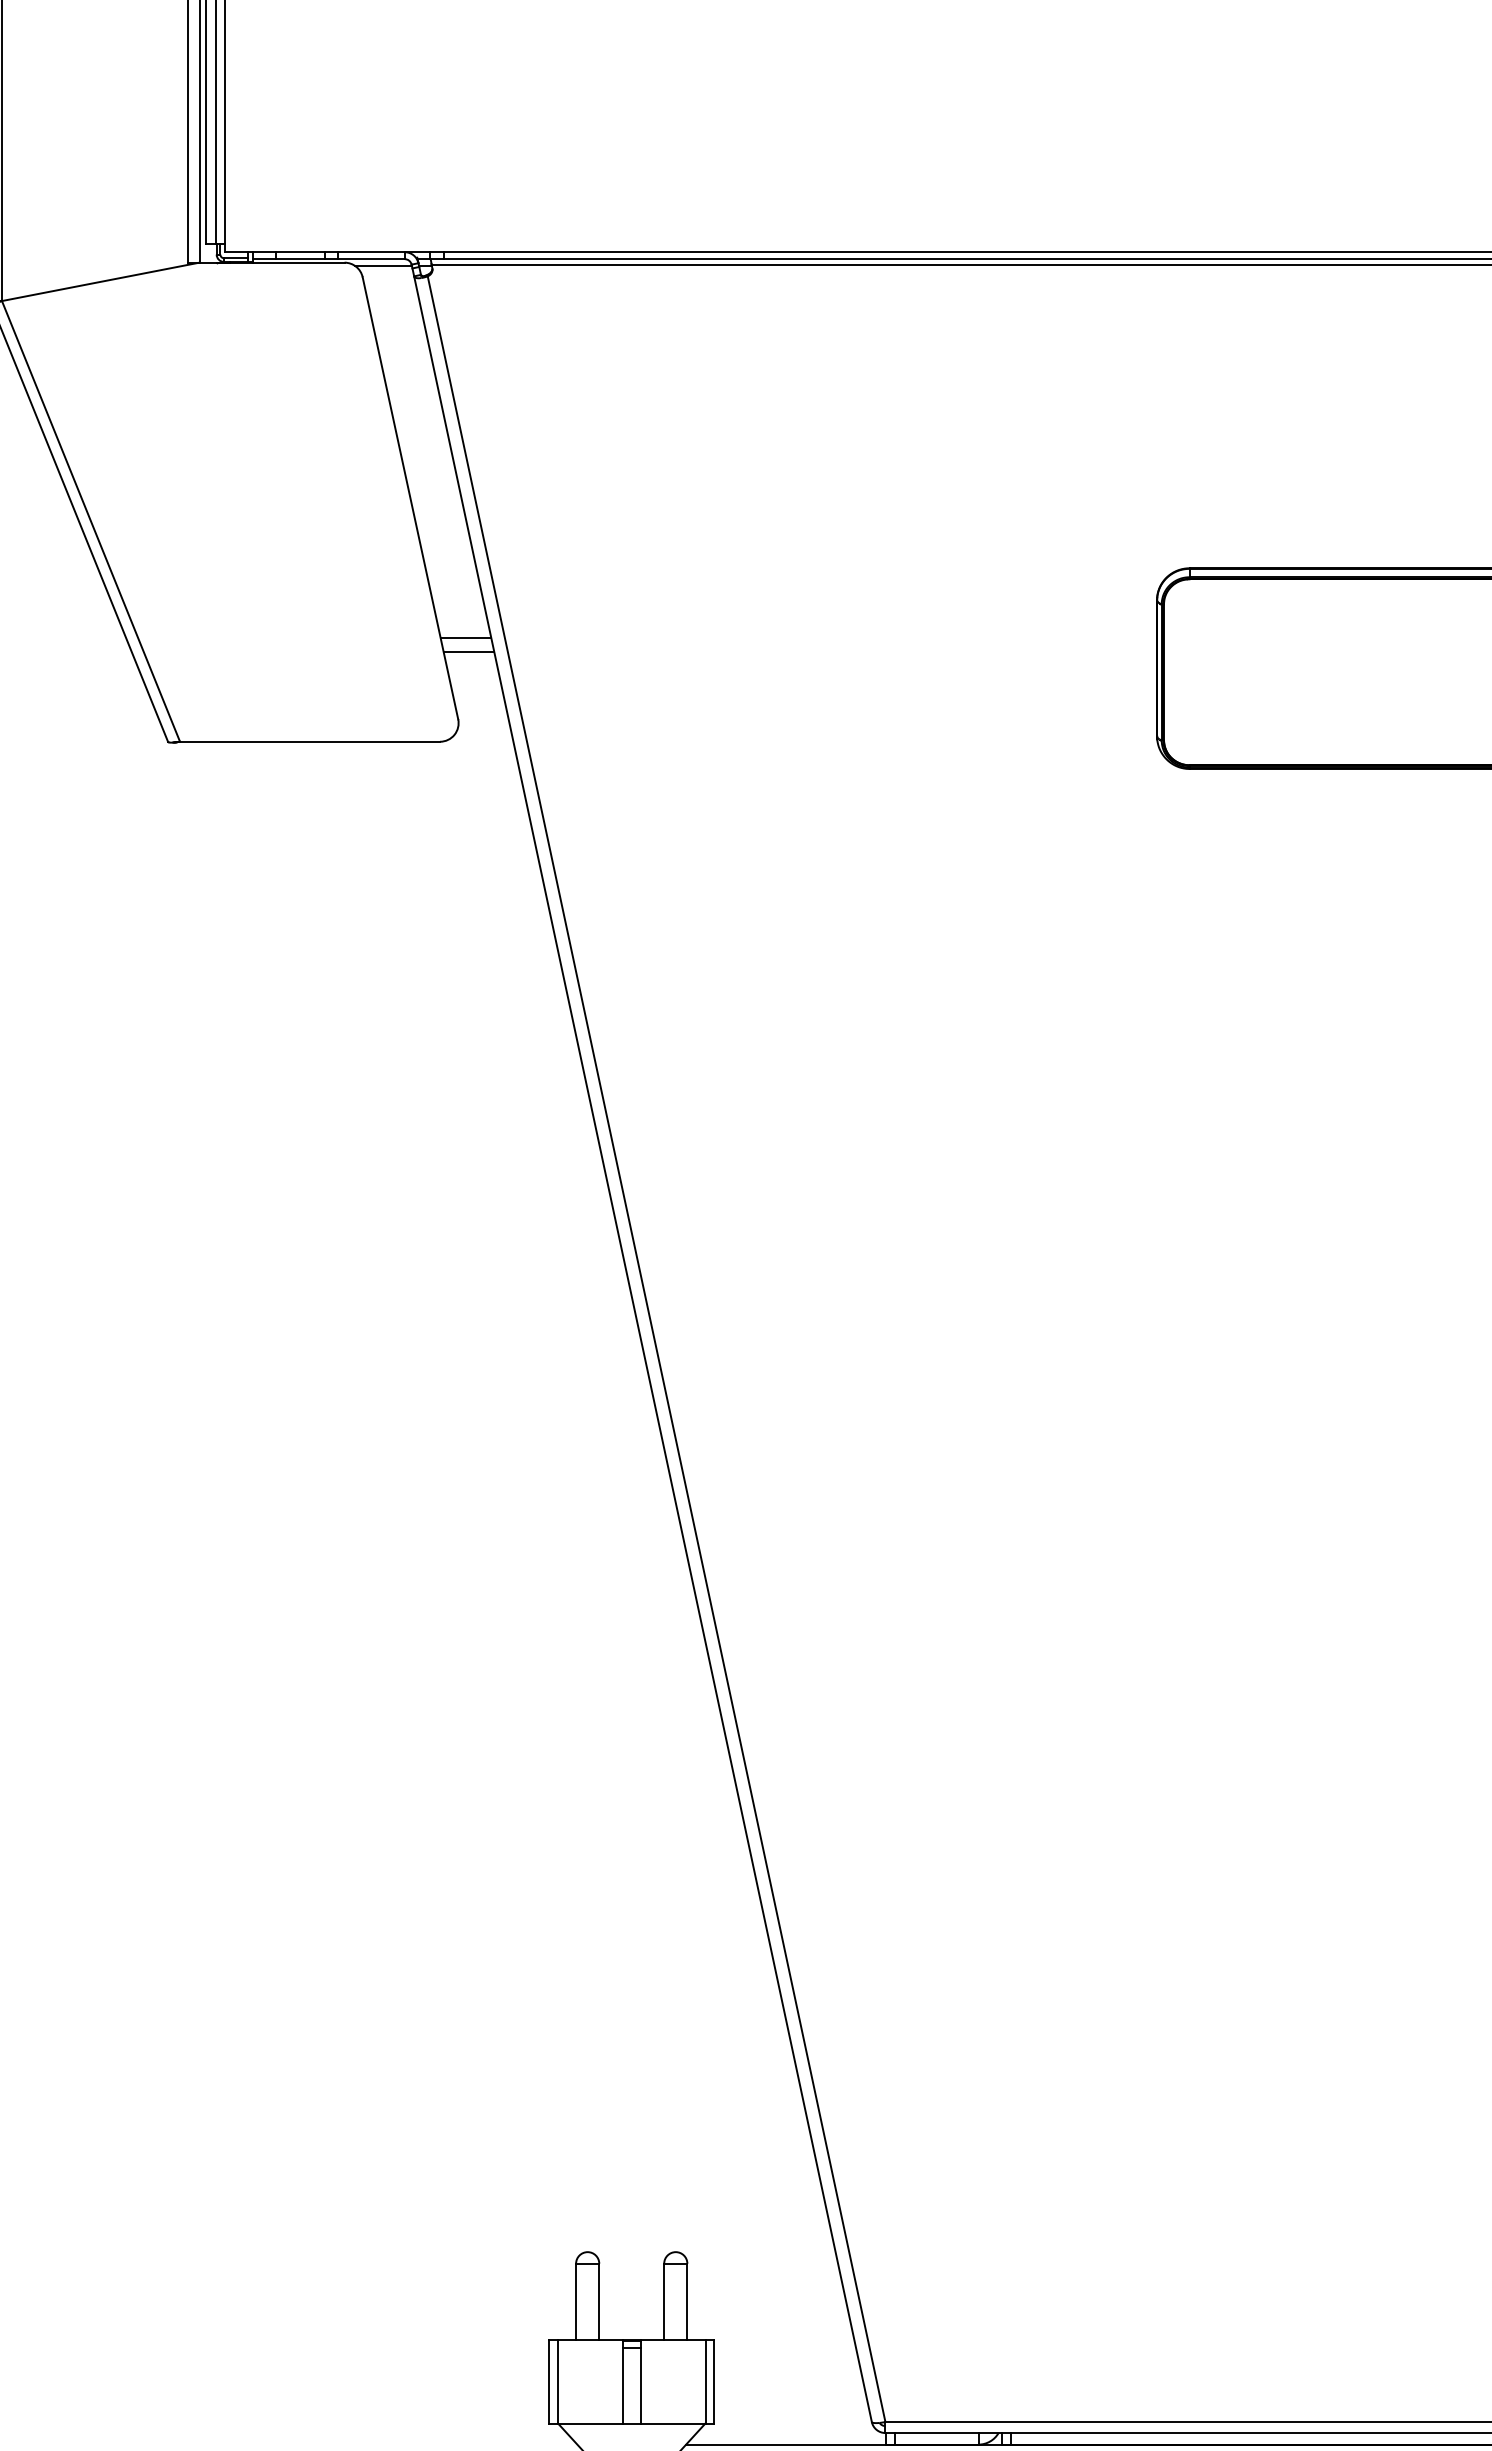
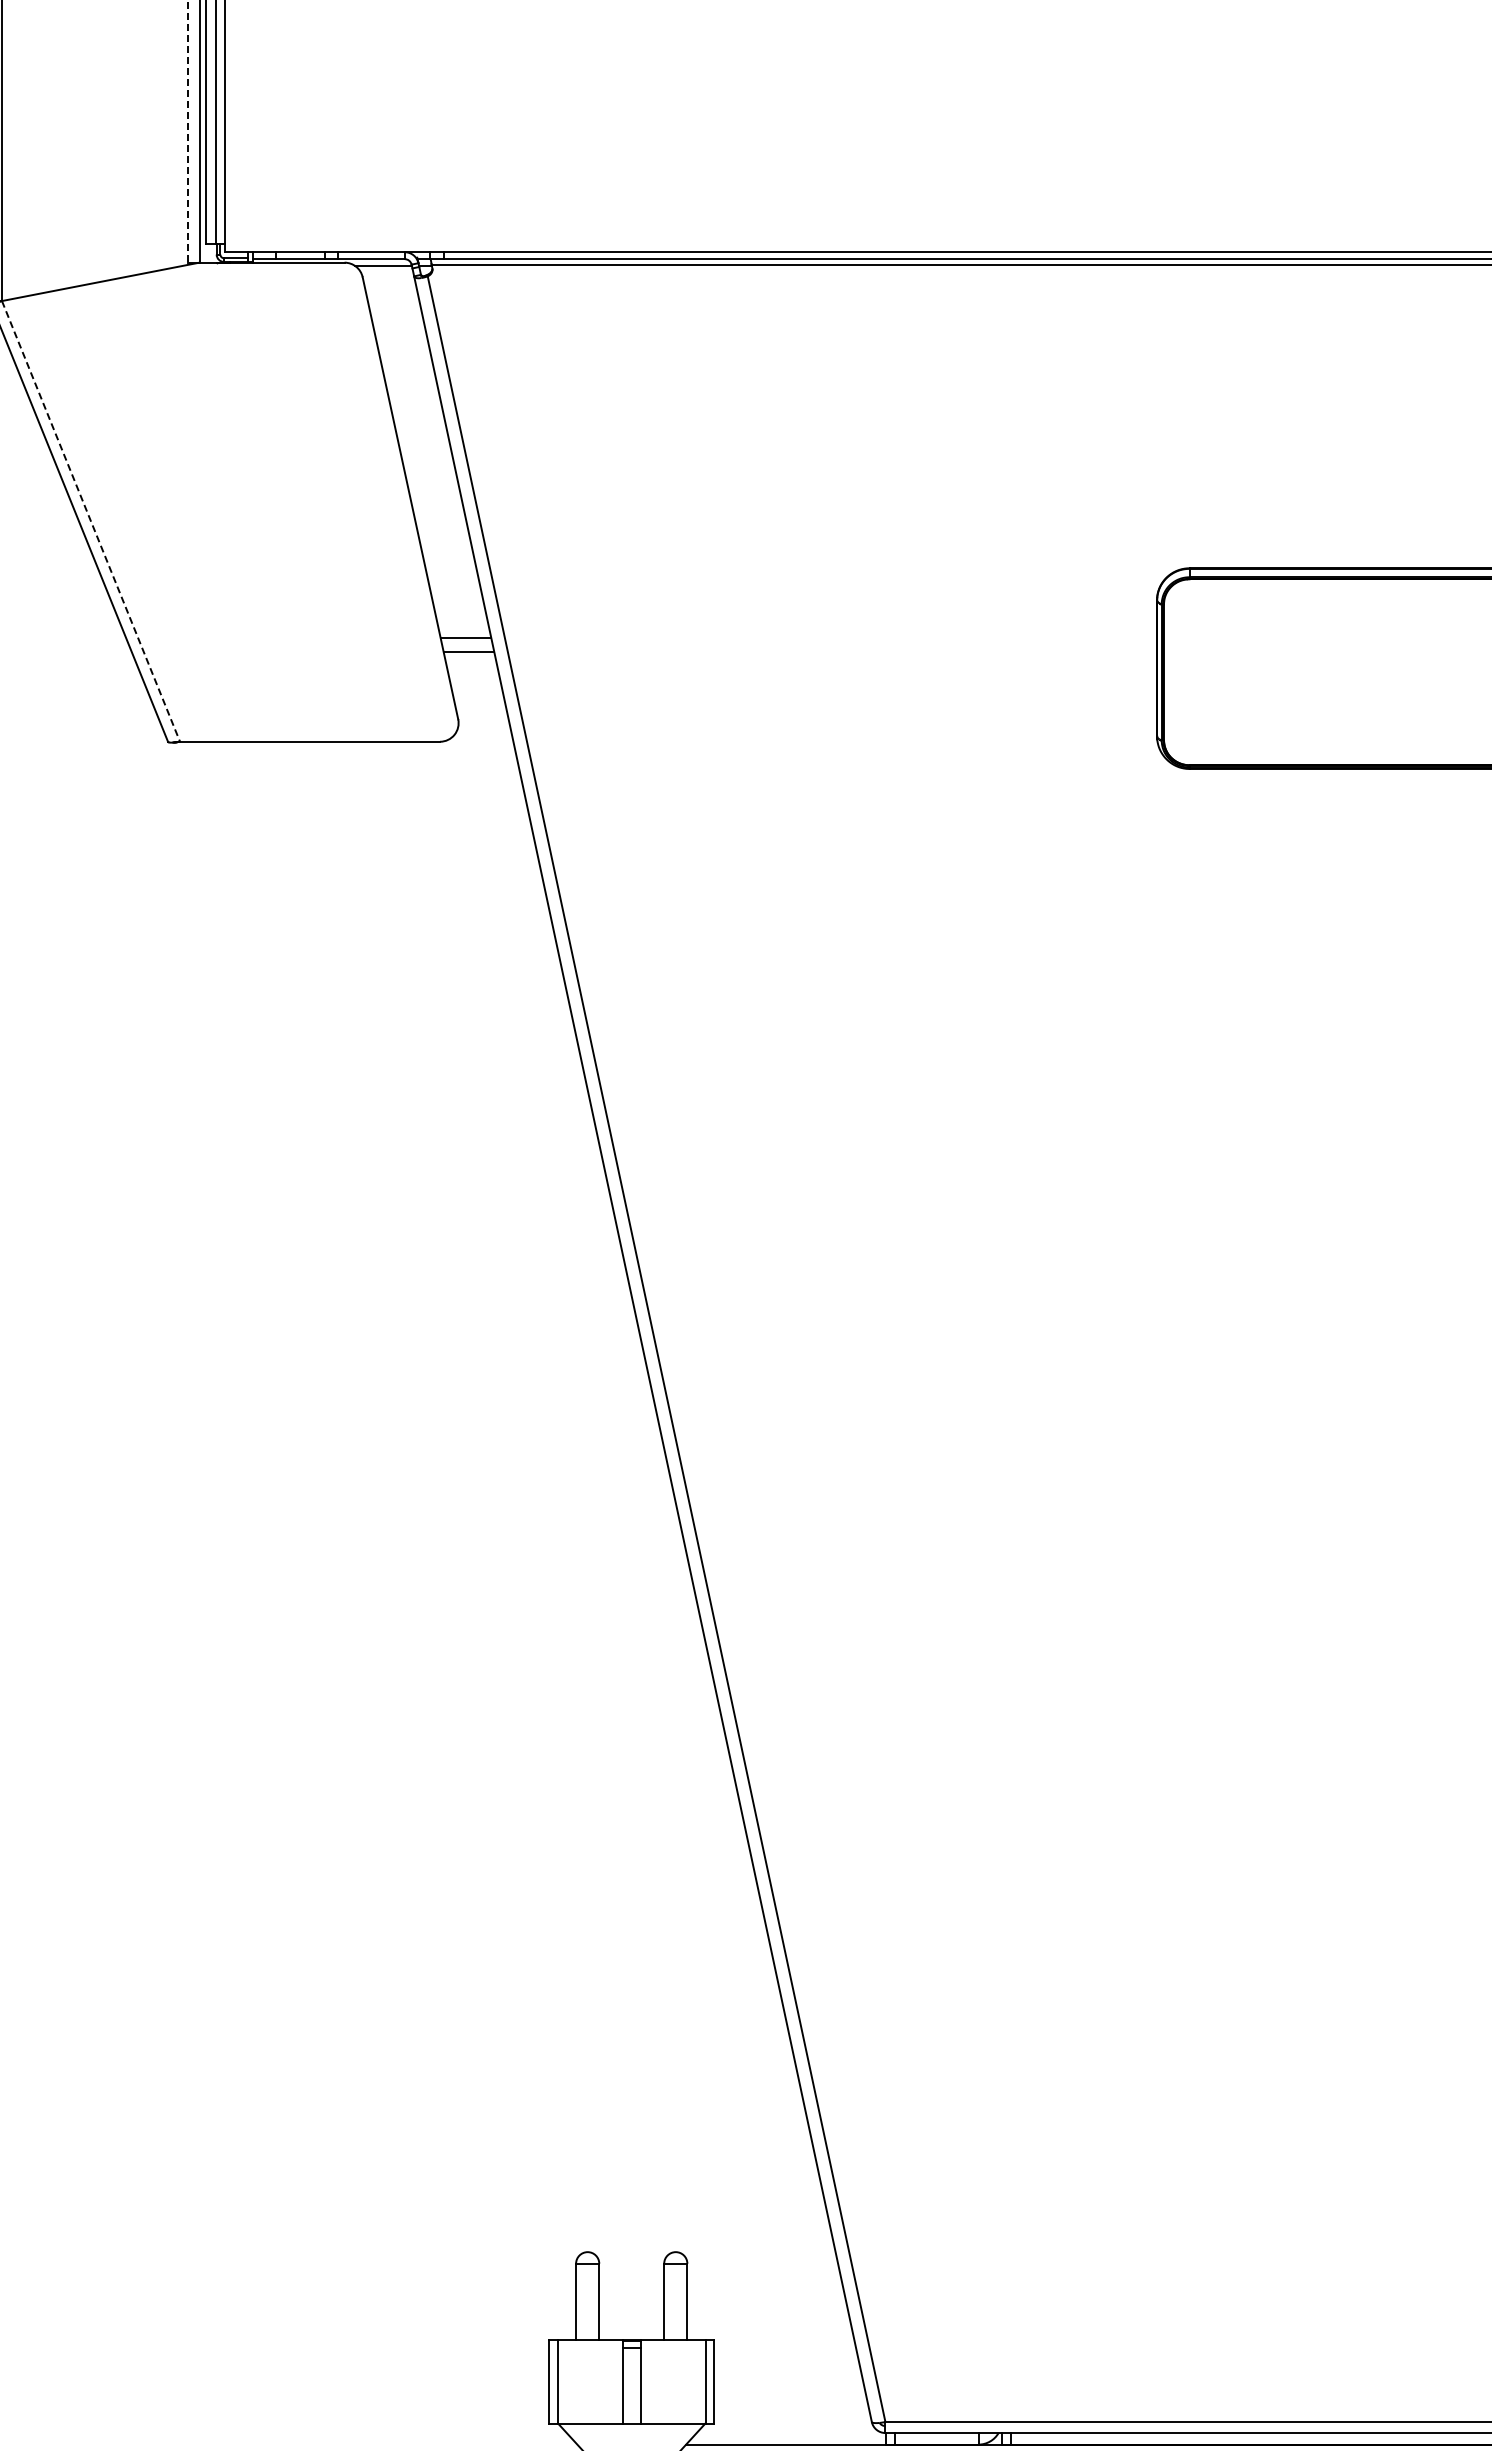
line at (188, 131): solid -> dashed
line at (91, 521): solid -> dashed
